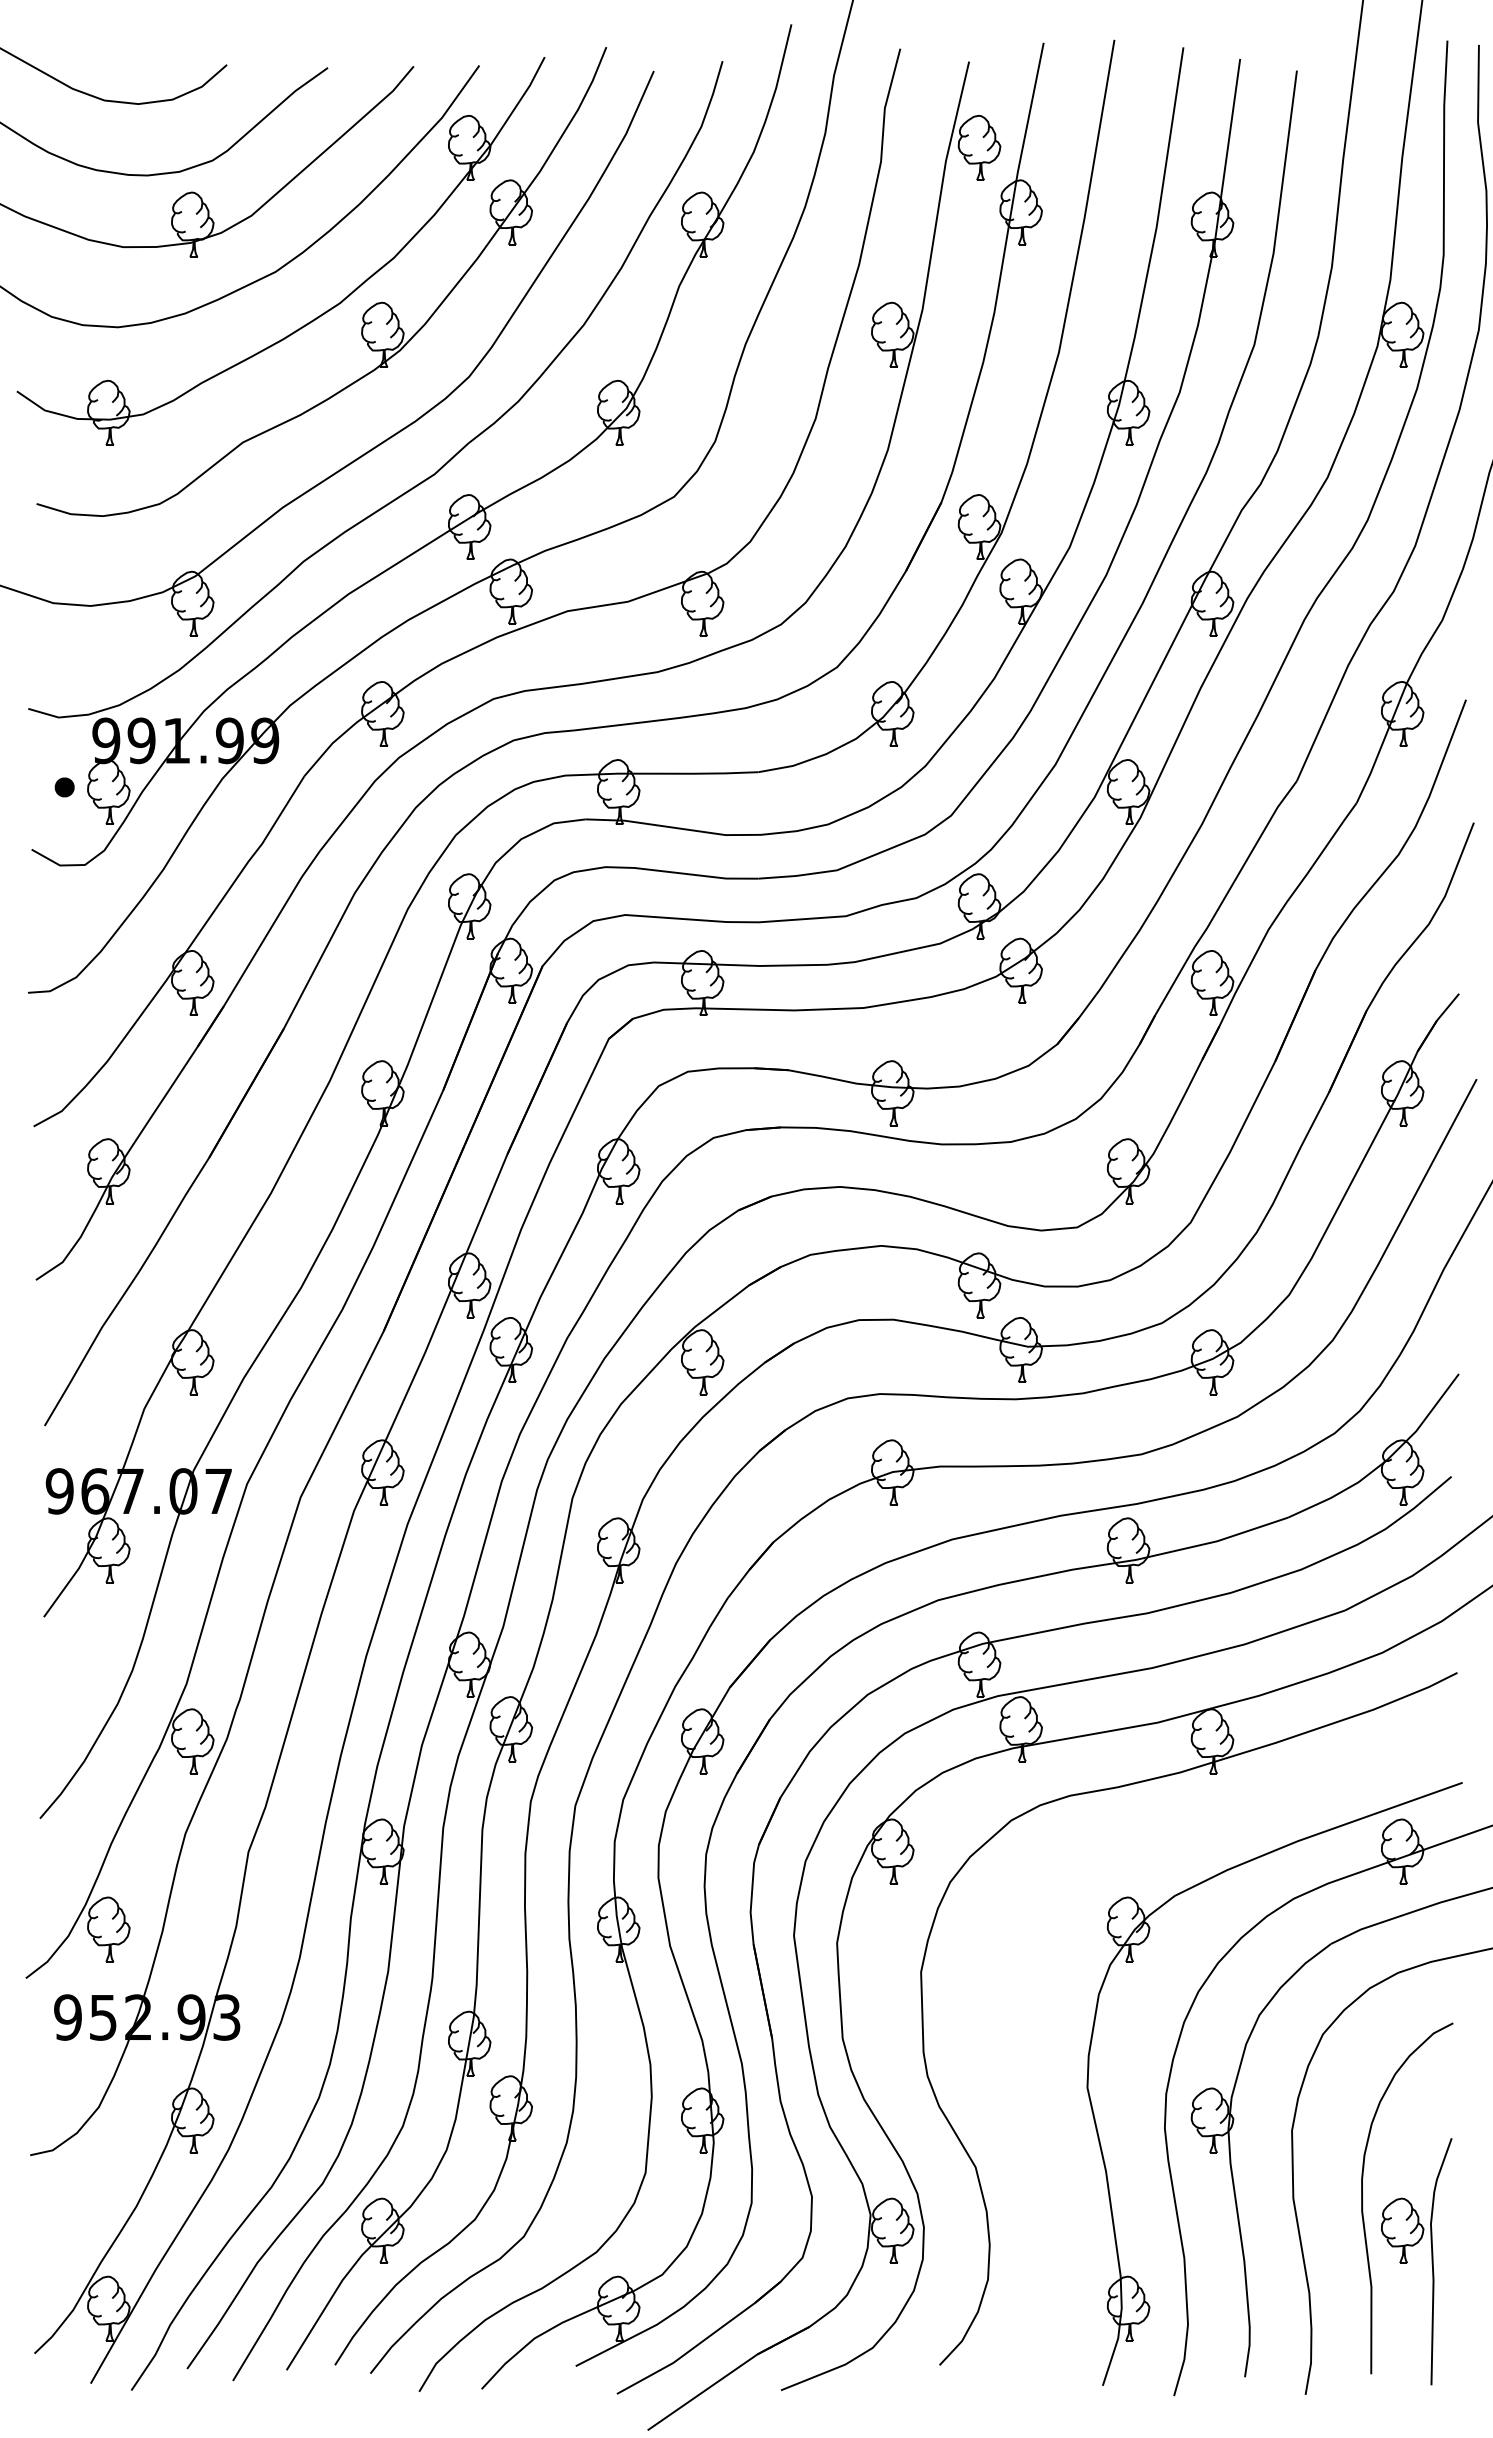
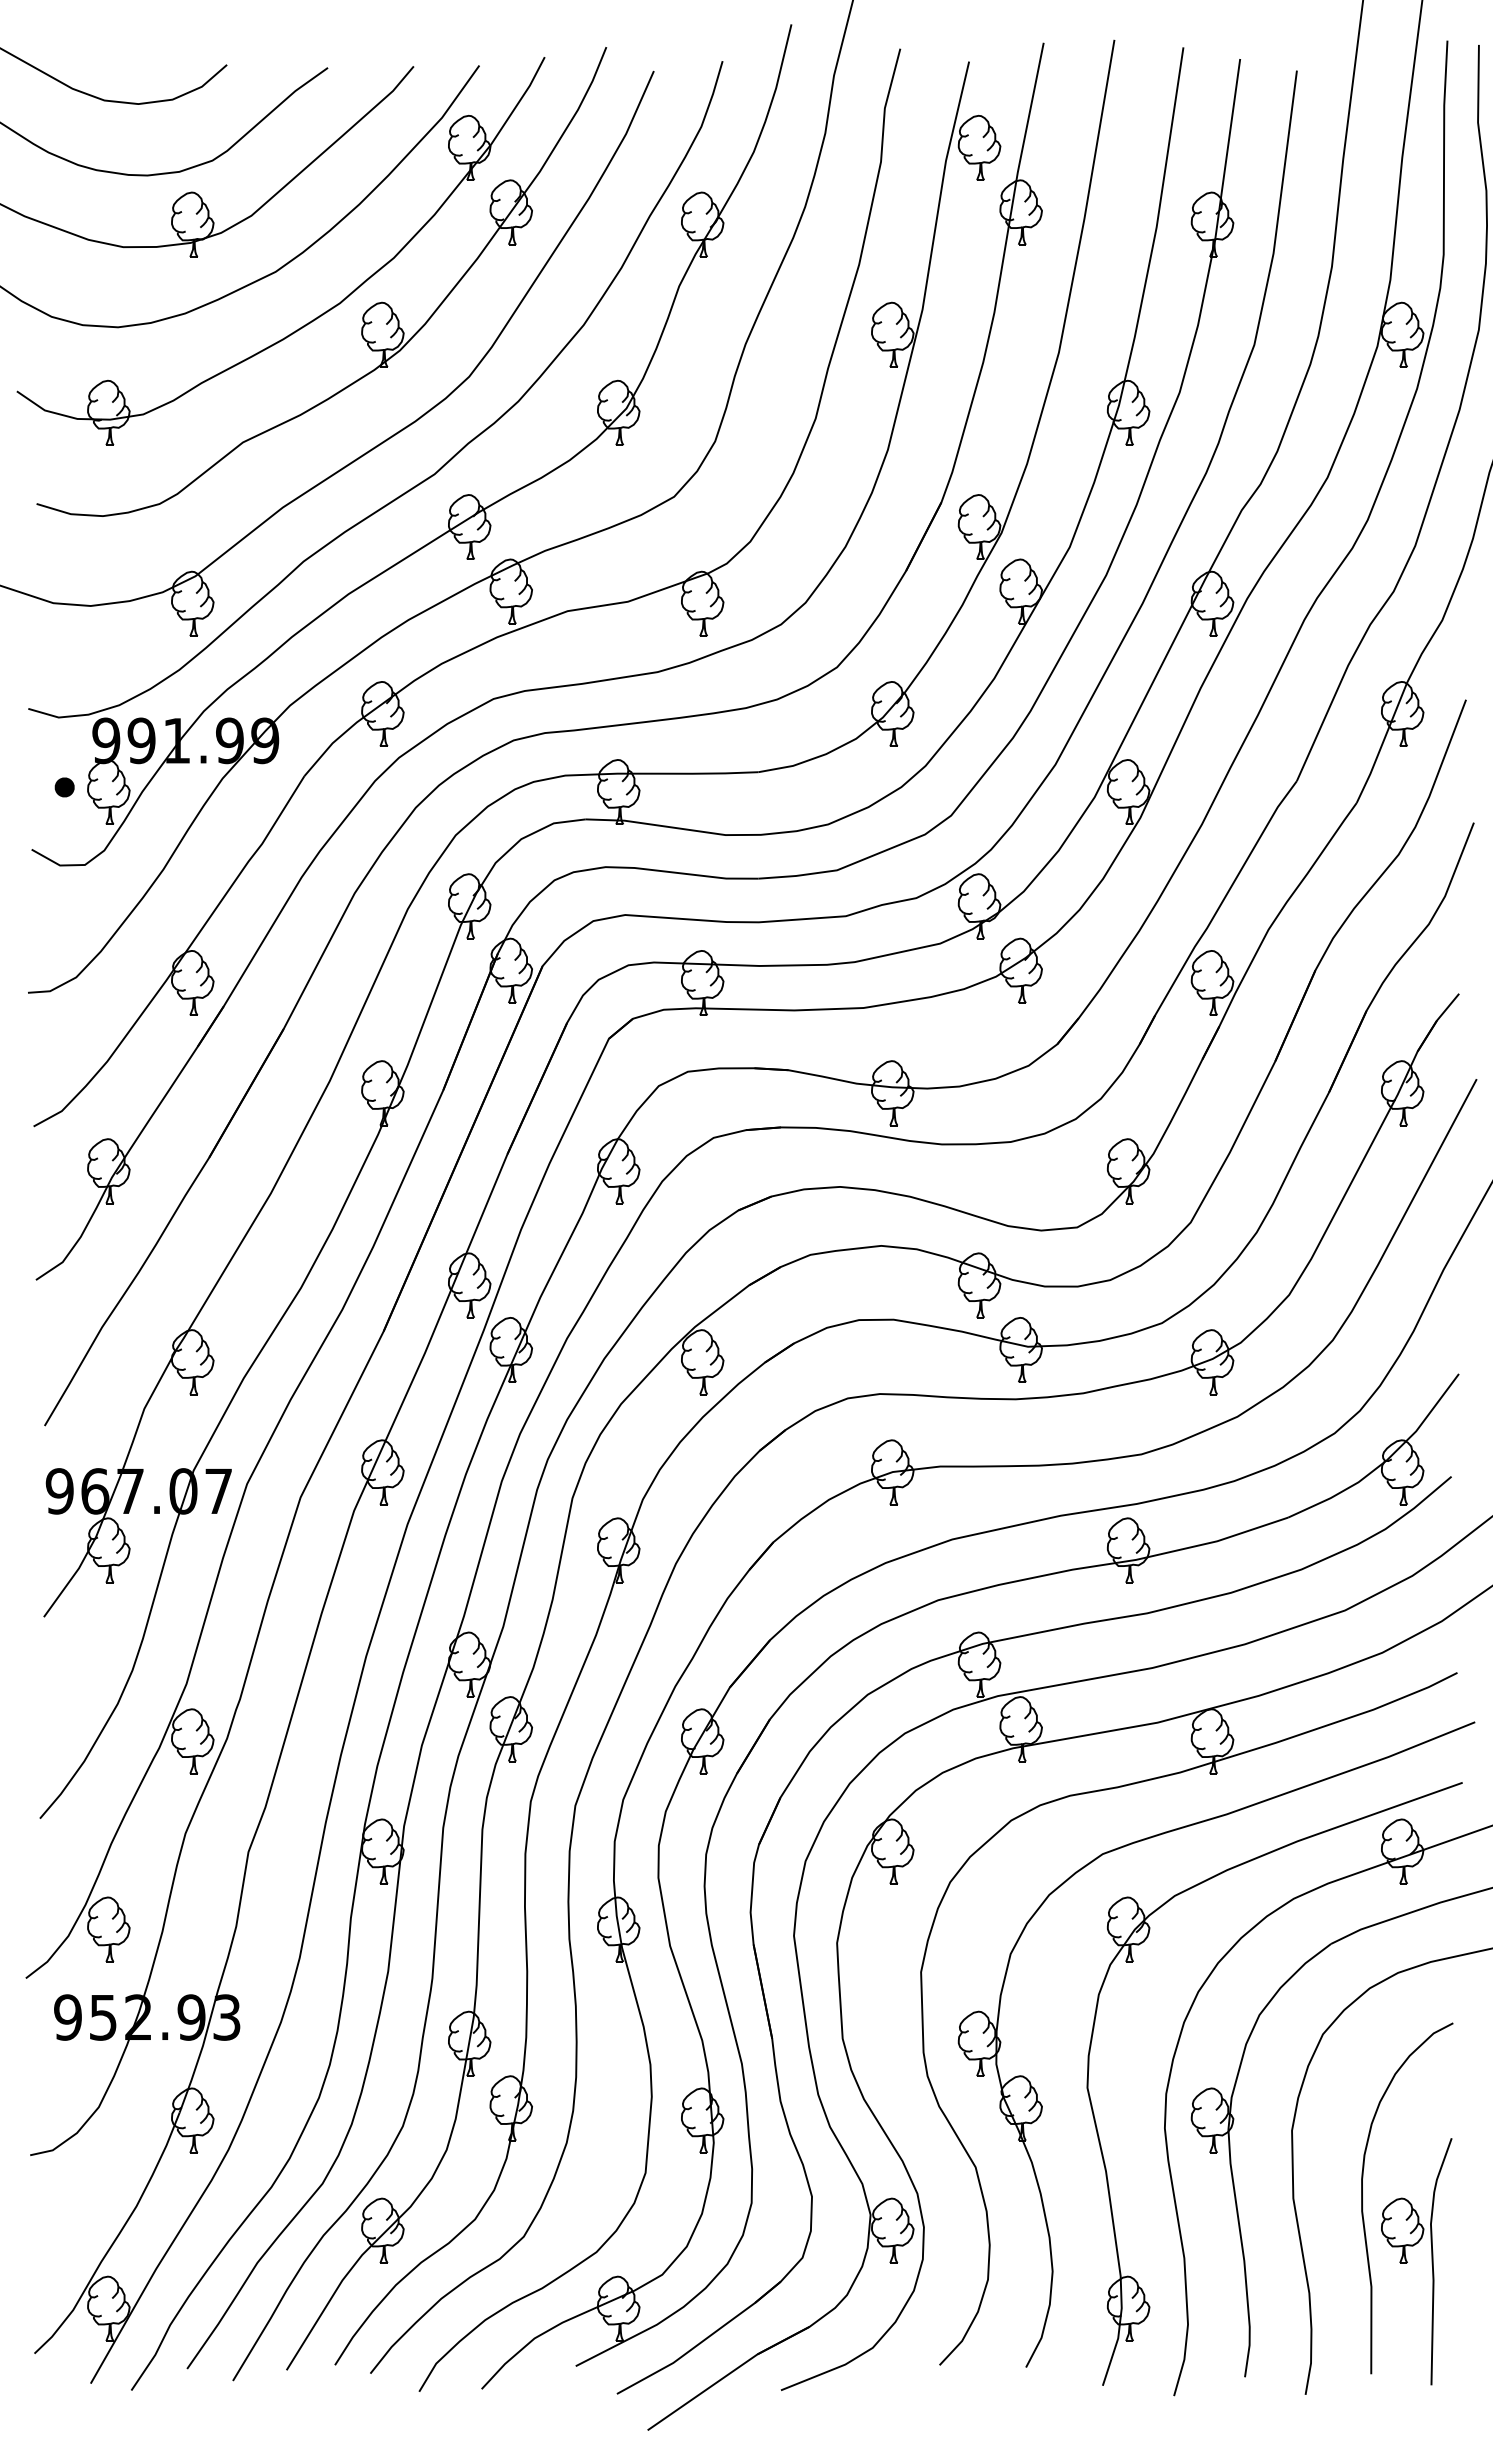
part at (1042, 2105): none -> present
